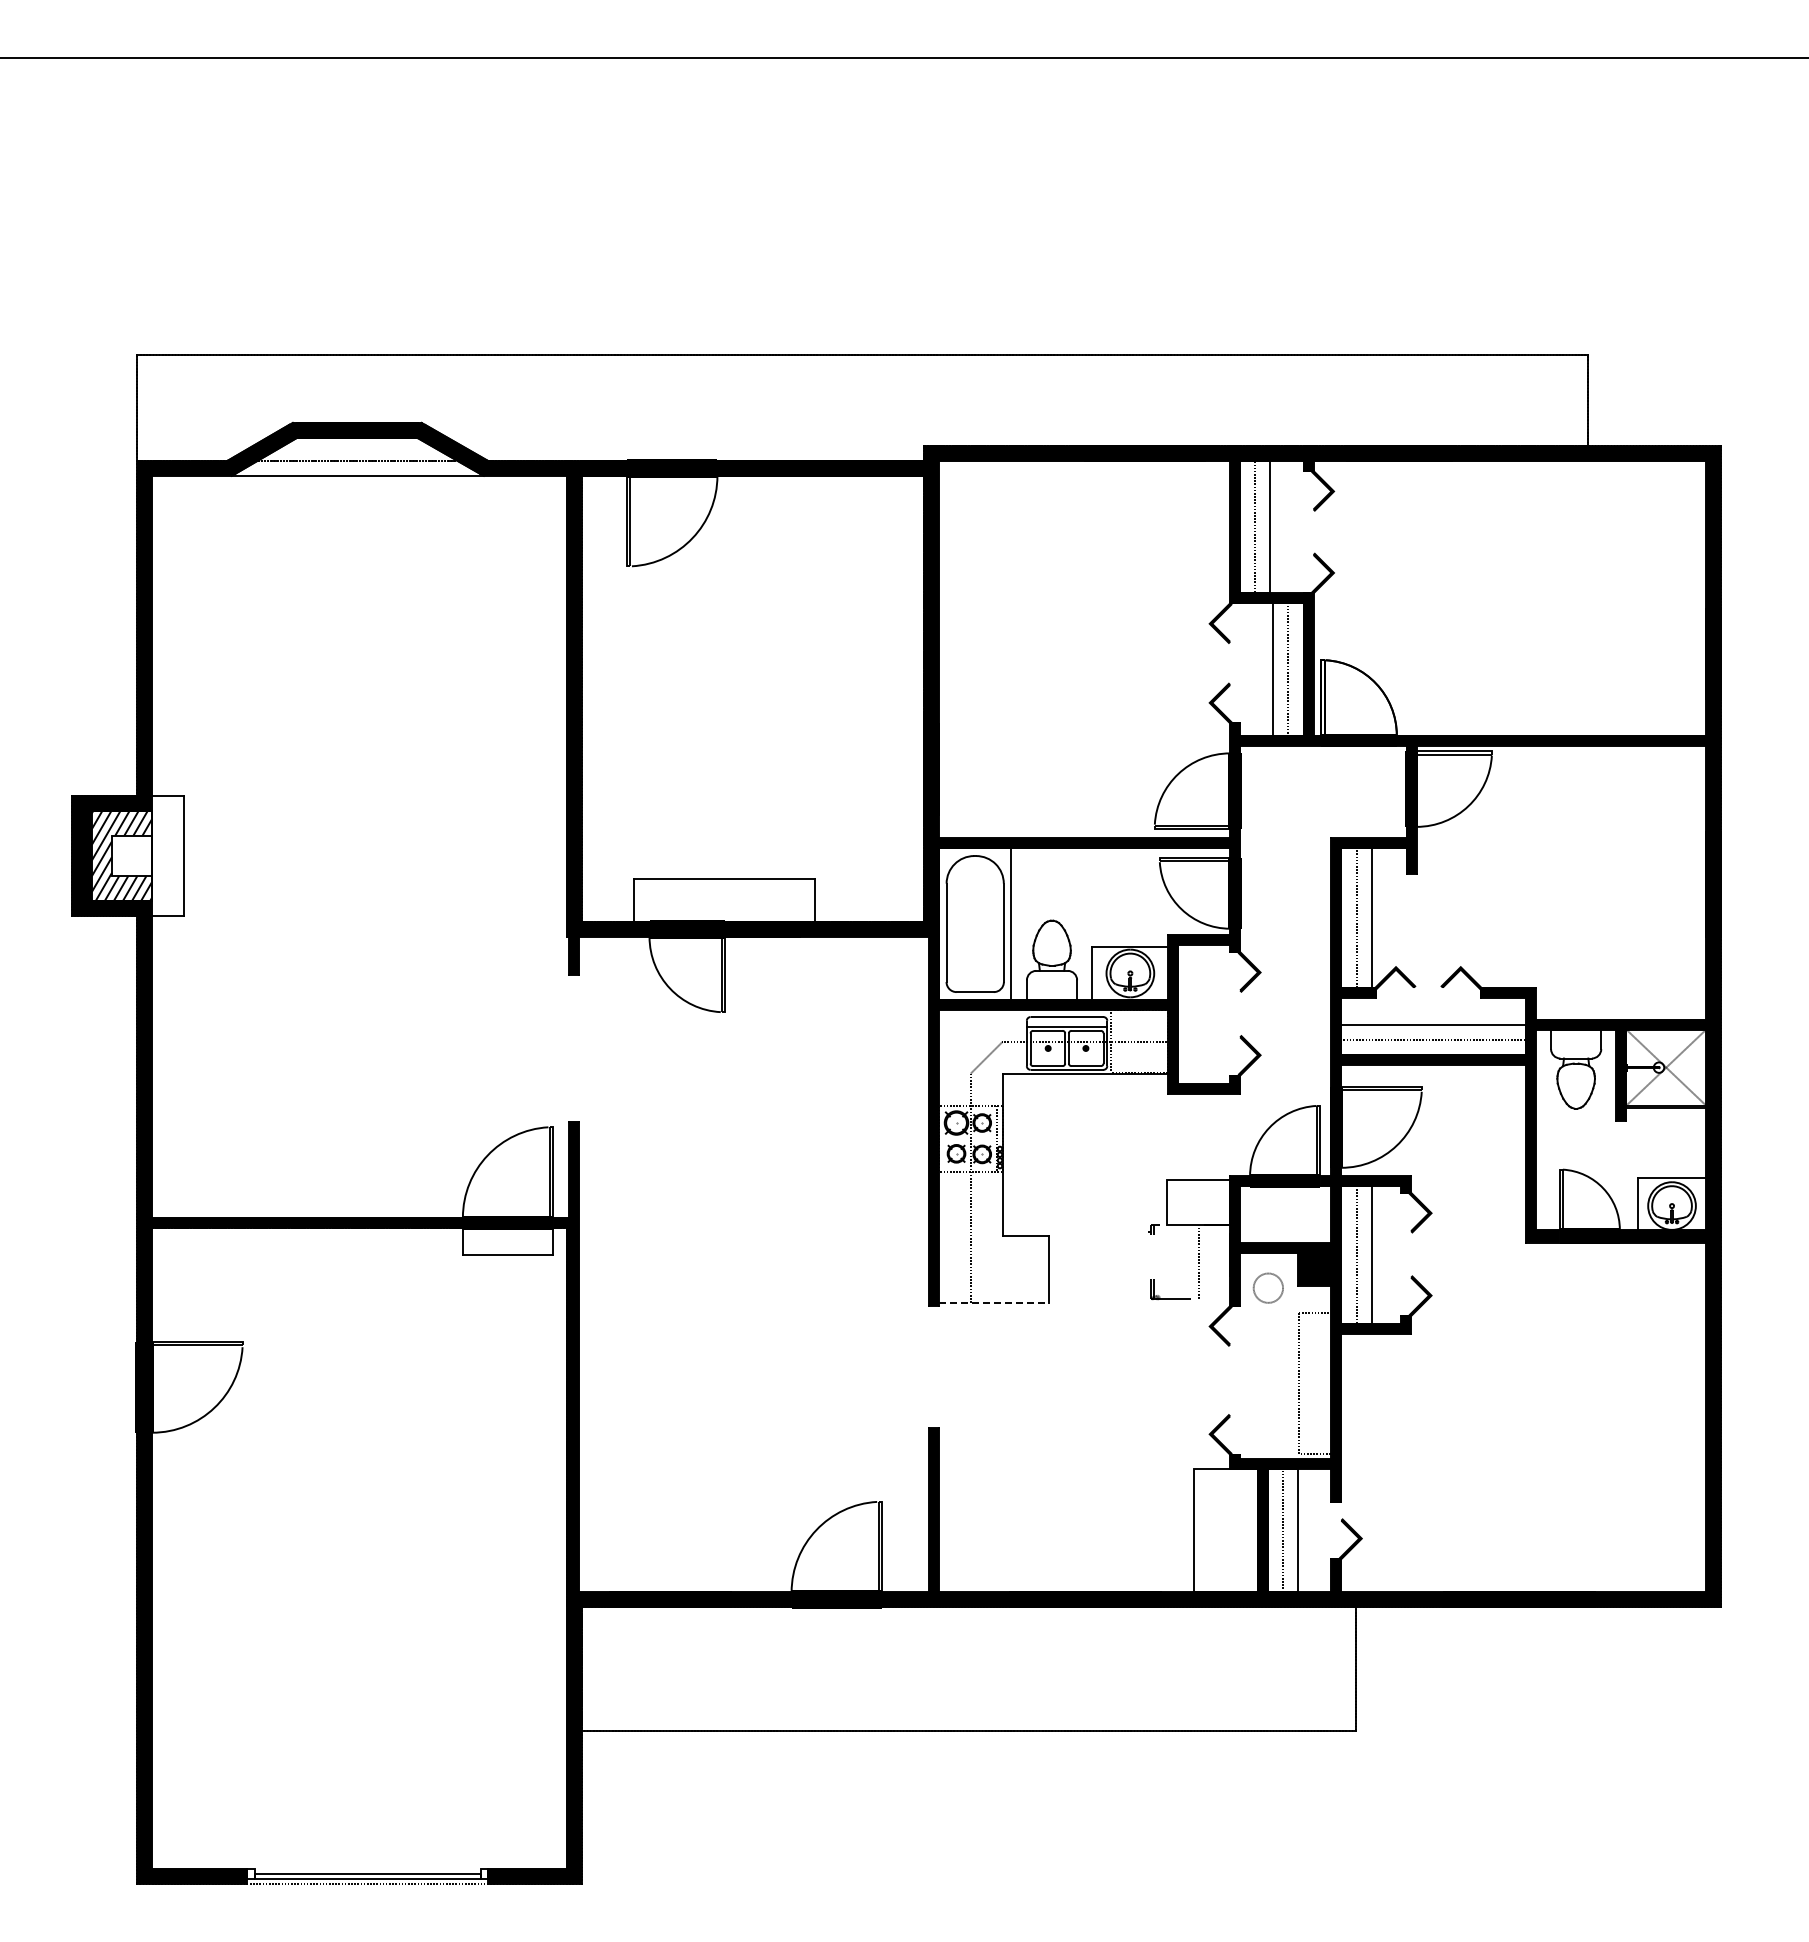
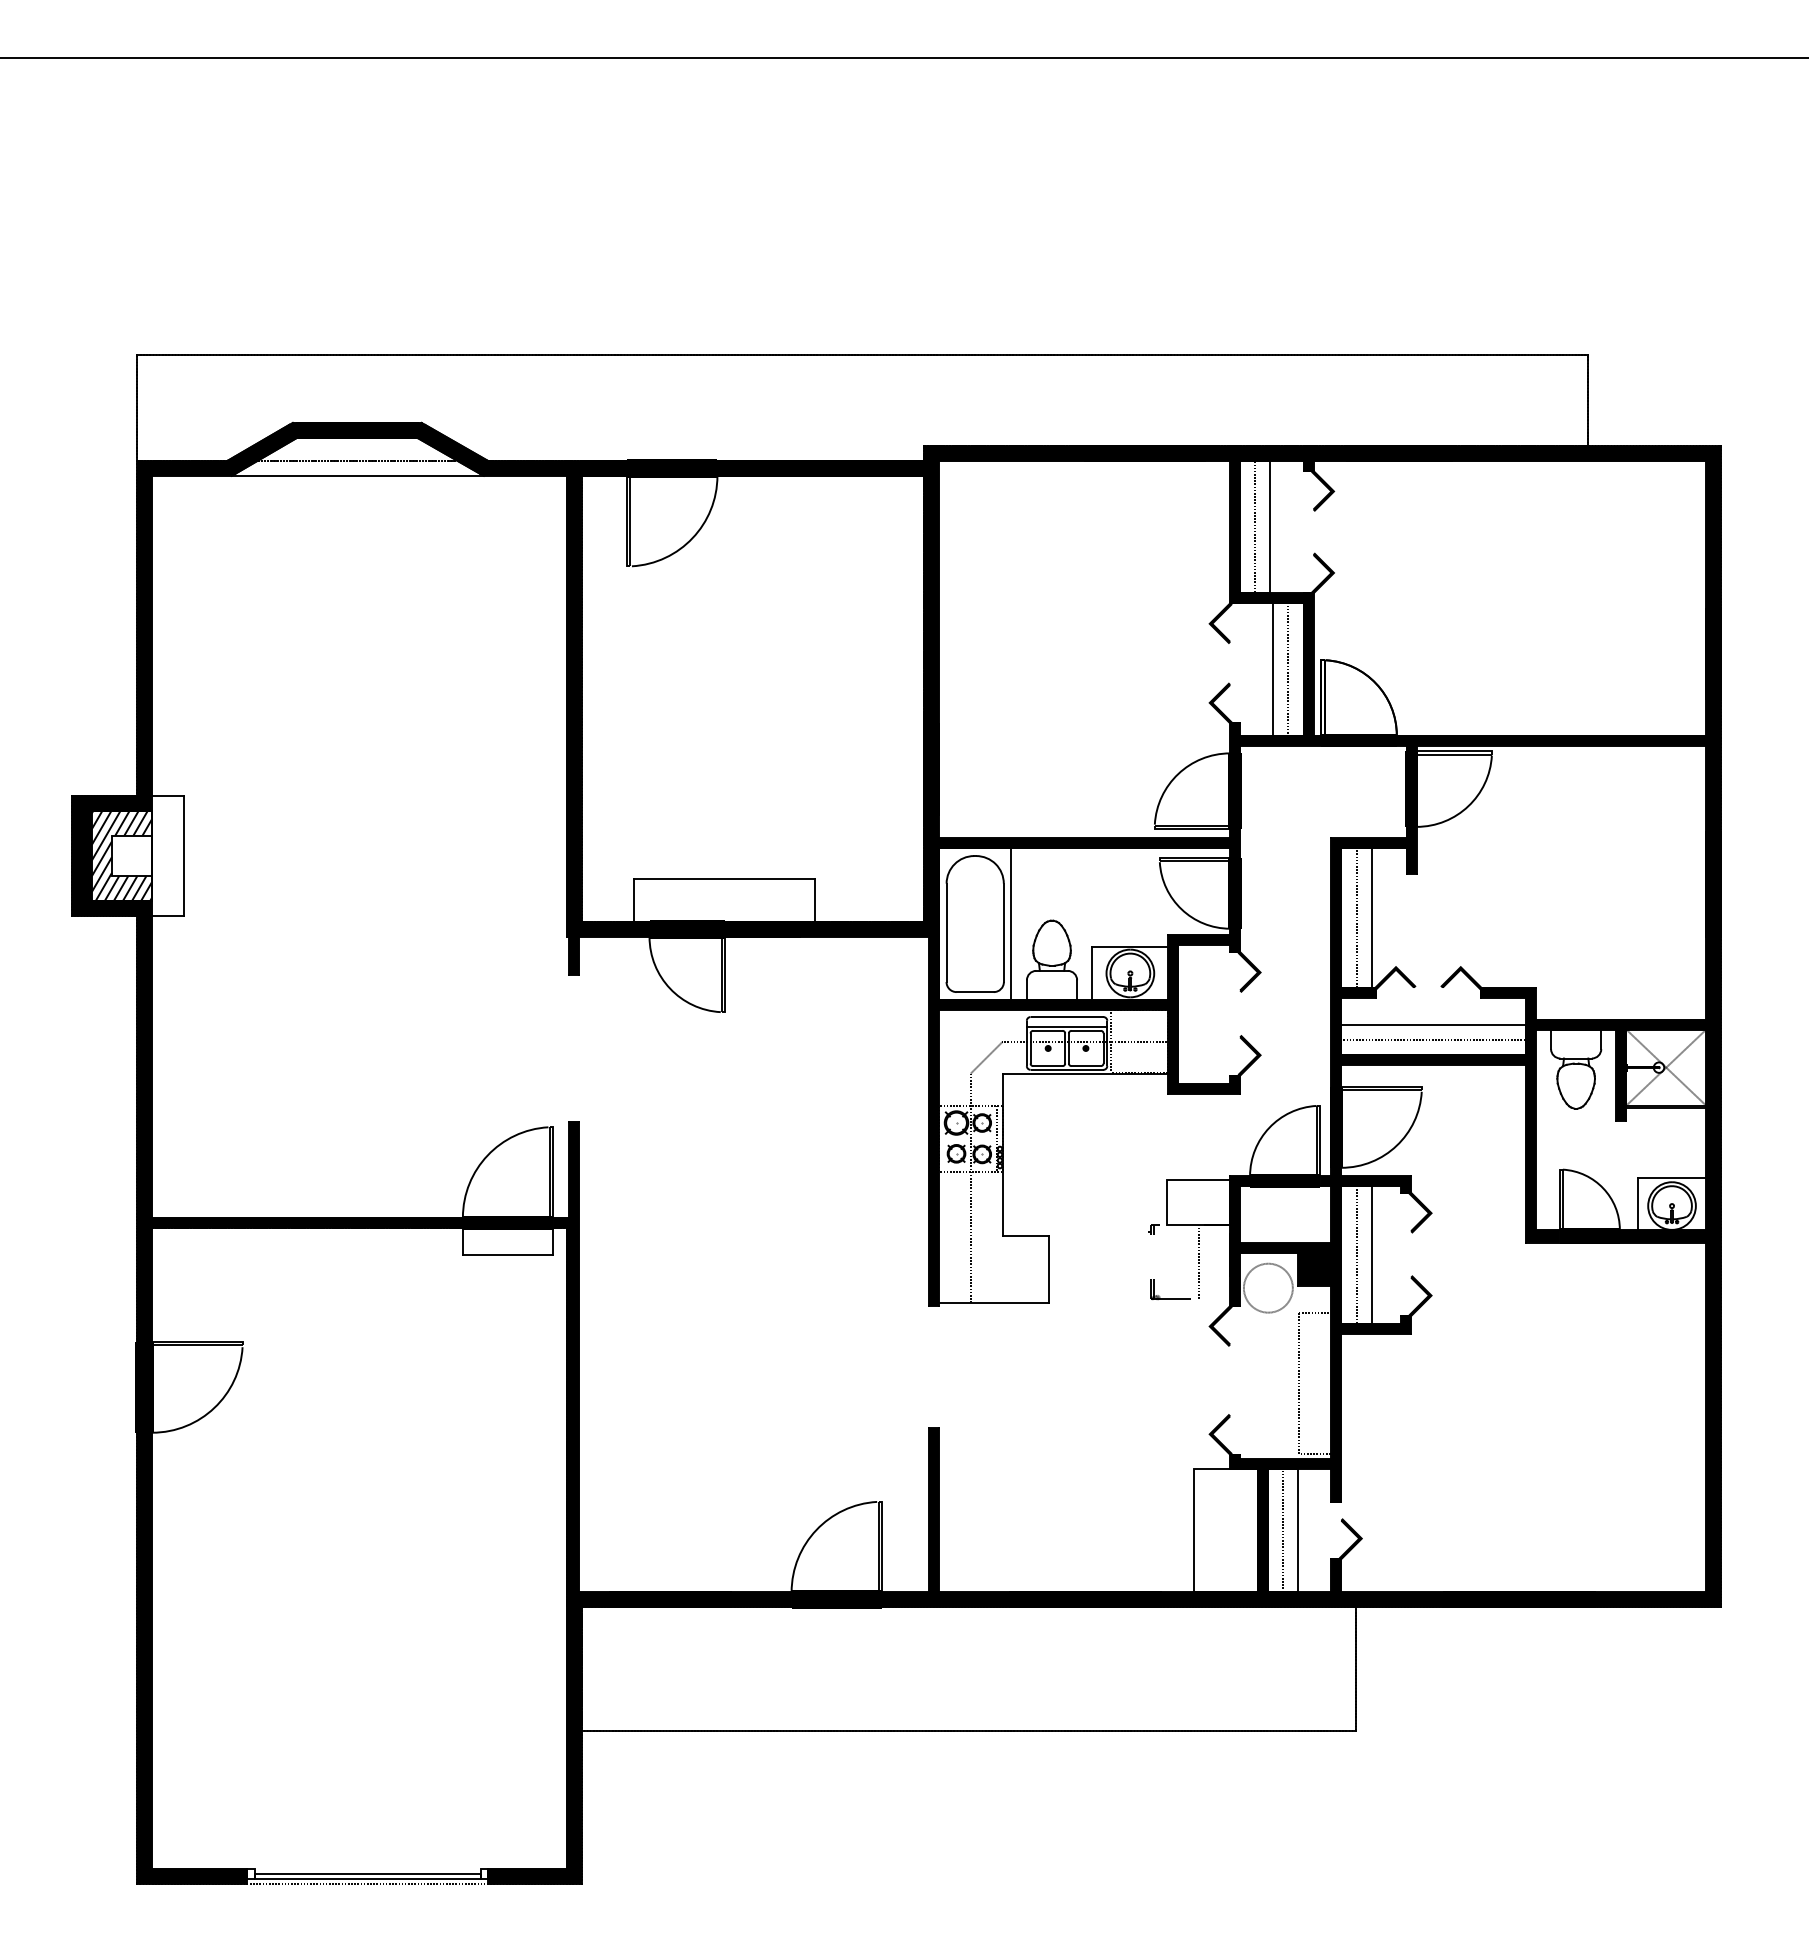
circle at (1268, 1287) diameter: 29 px -> 49 px
line at (994, 1302): dashed -> solid
